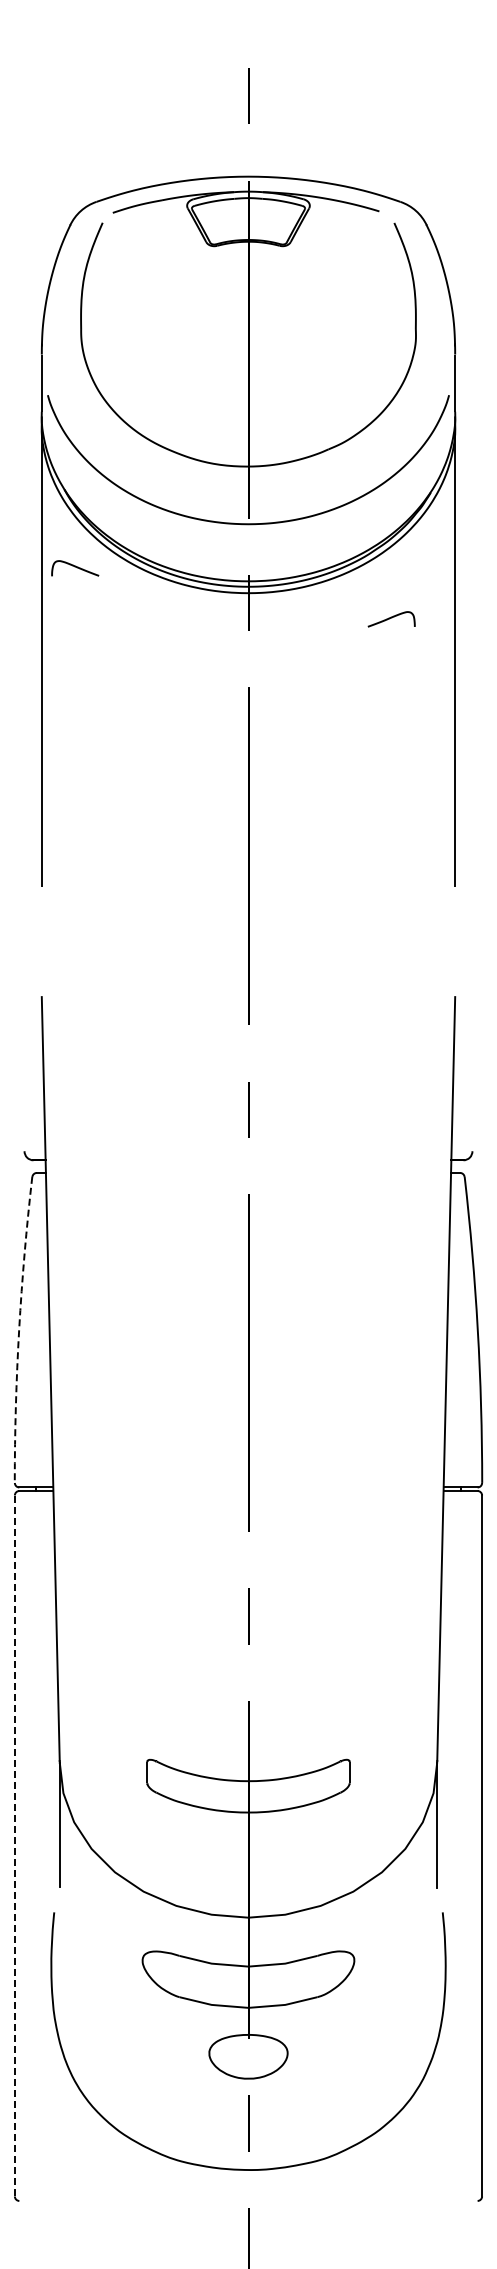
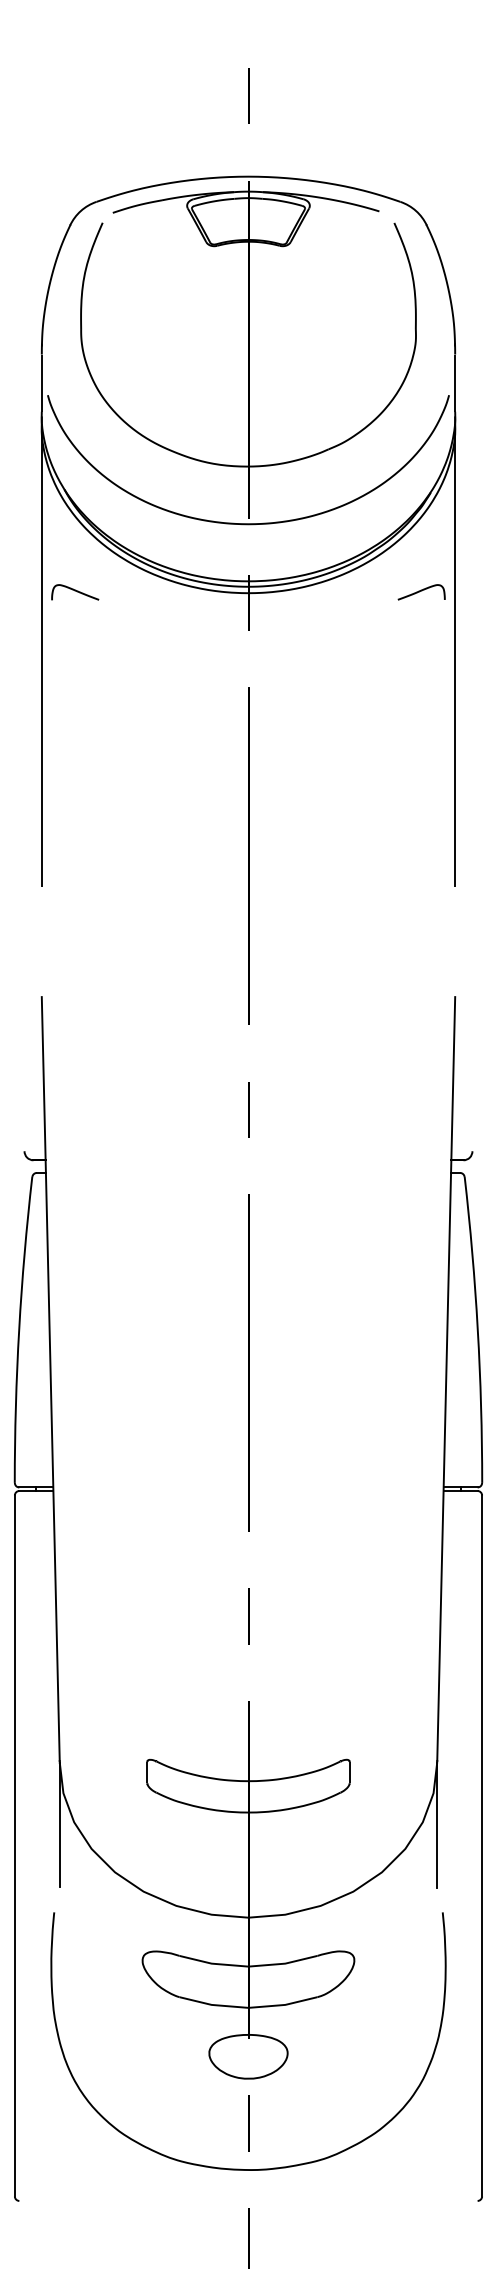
curve at (75, 567) position: (75, 567) -> (75, 591)
curve at (391, 618) position: (391, 618) -> (421, 591)
arc at (19, 1329): dashed -> solid
line at (14, 1845): dashed -> solid
